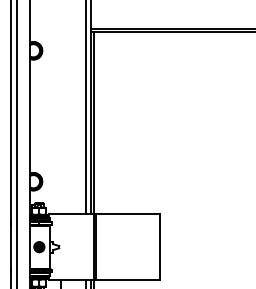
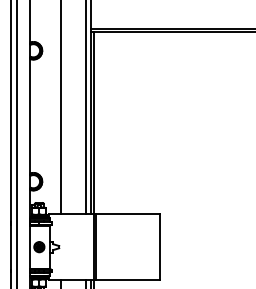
line at (61, 108): none -> present
